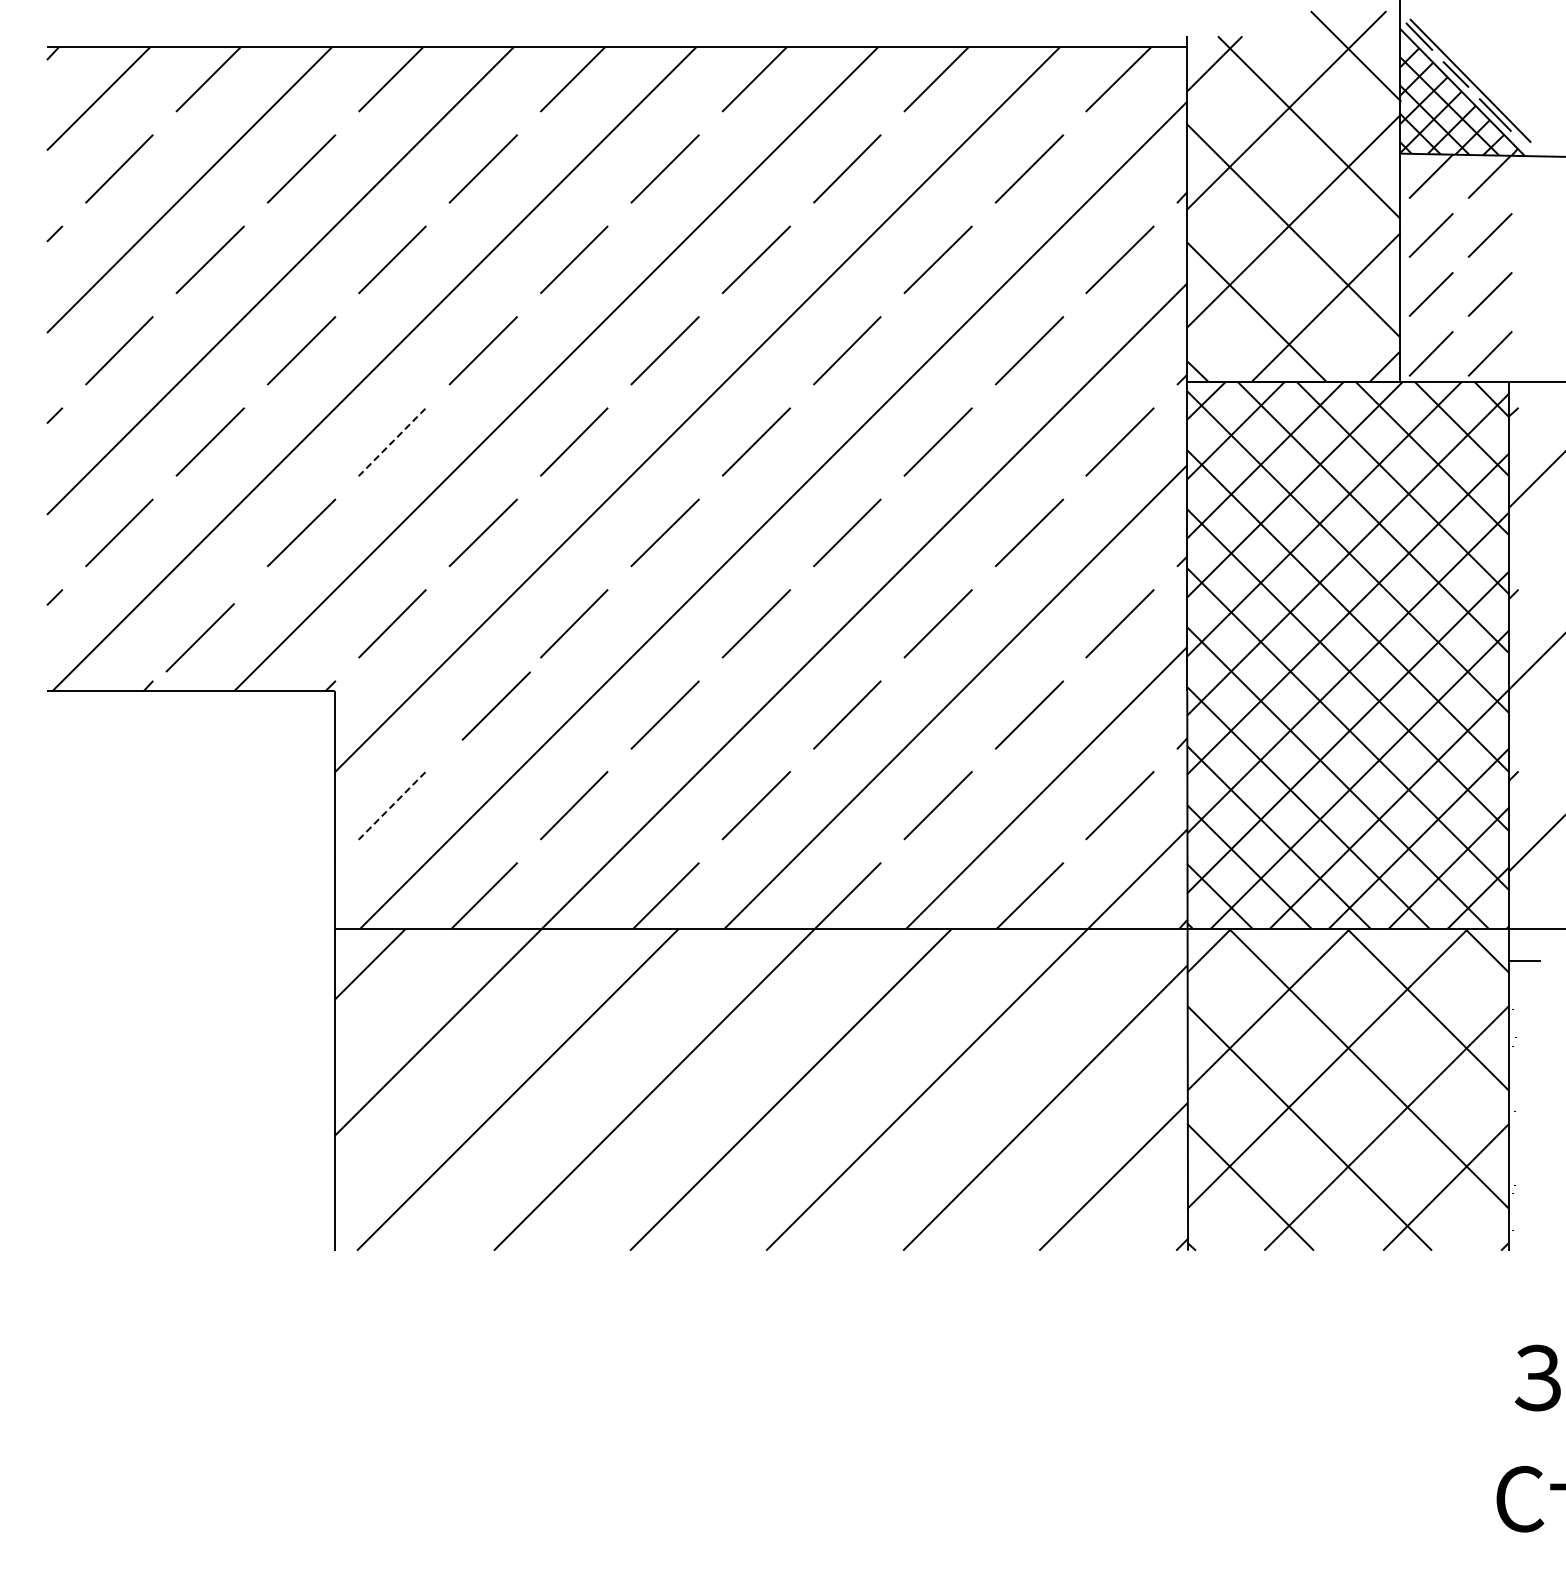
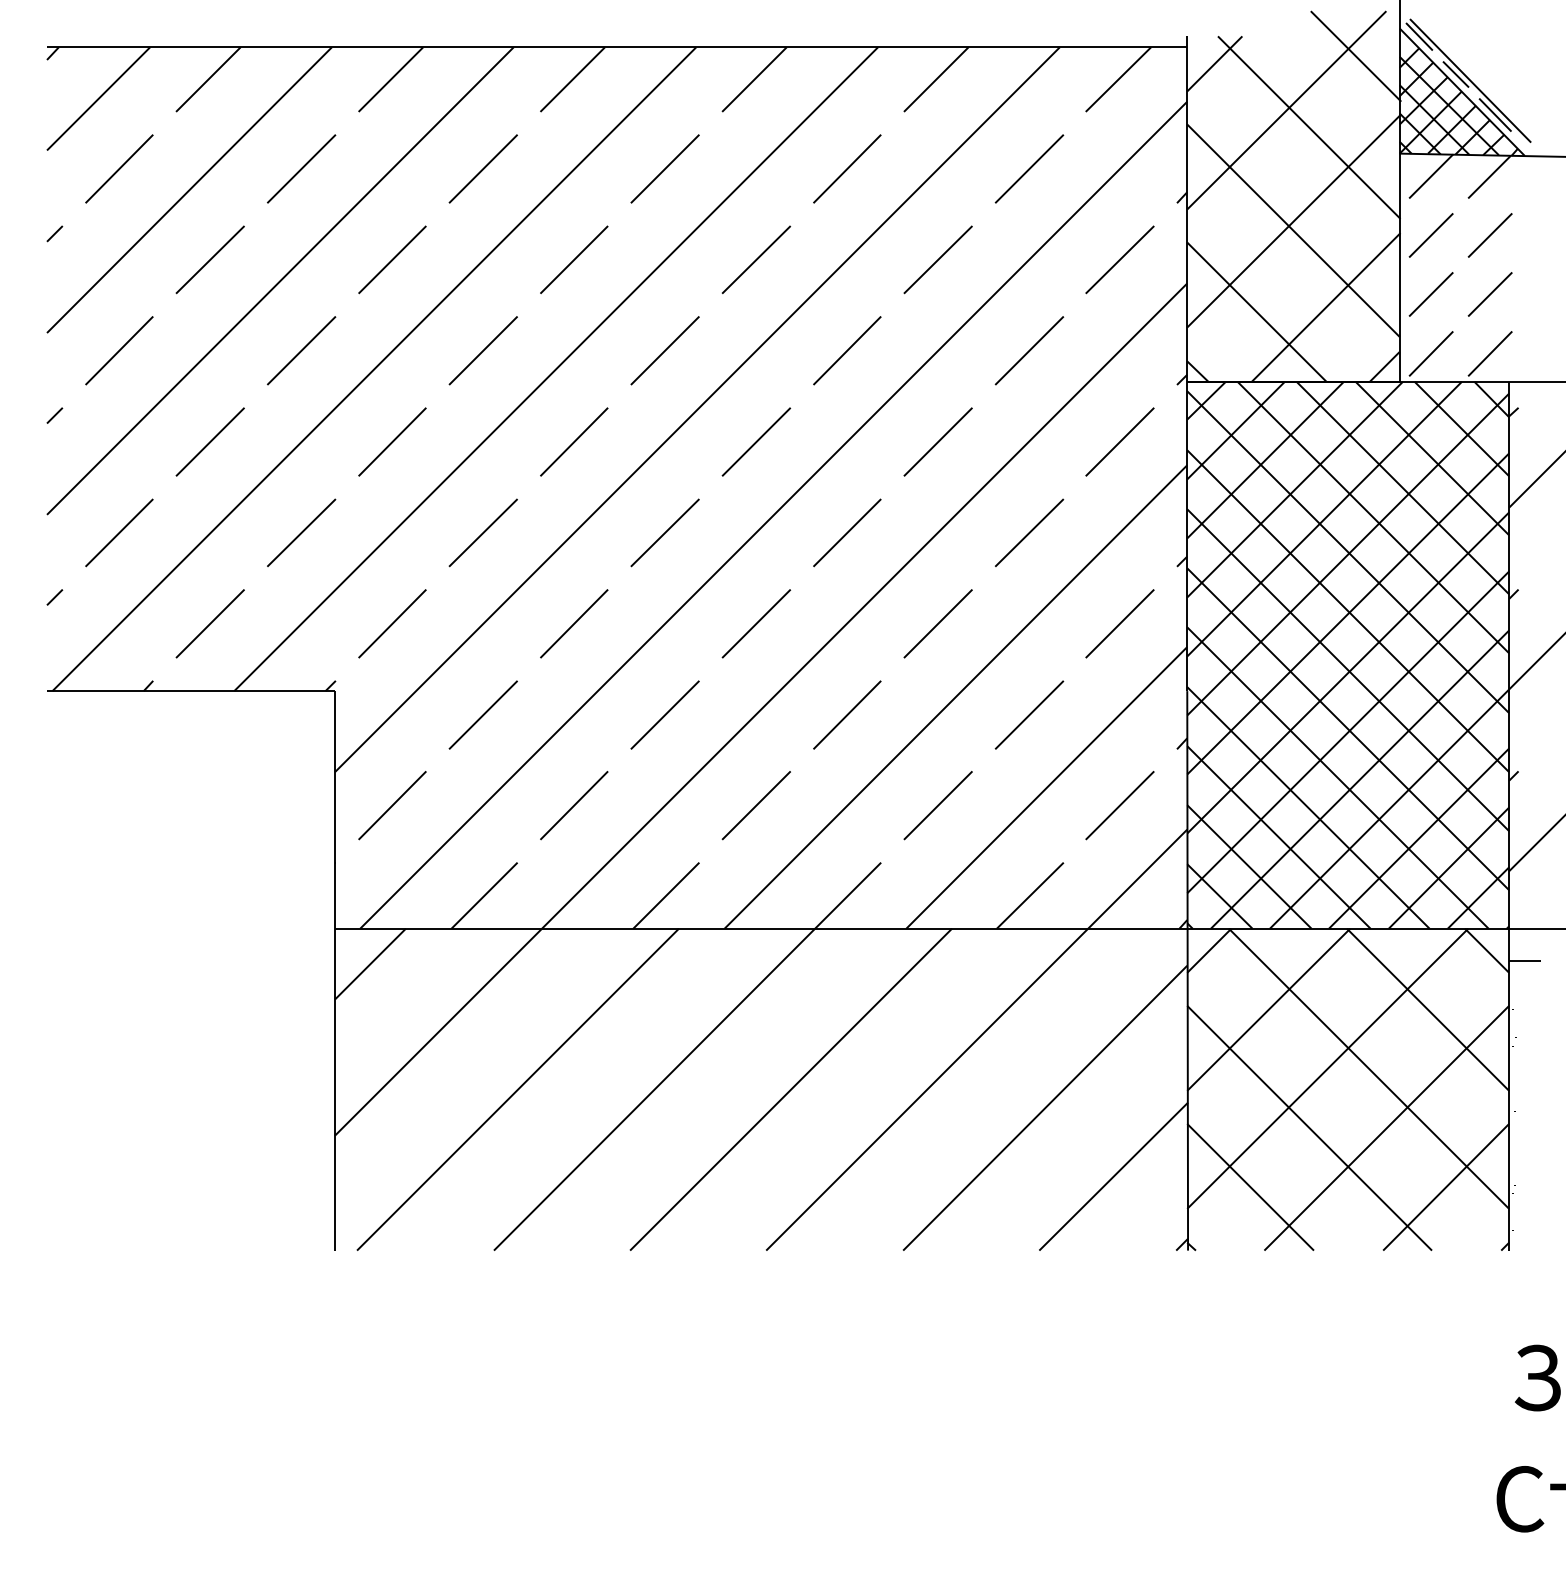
line at (392, 441): dashed -> solid
line at (199, 637) position: (199, 637) -> (209, 623)
line at (495, 705) position: (495, 705) -> (482, 714)
line at (392, 805): dashed -> solid
